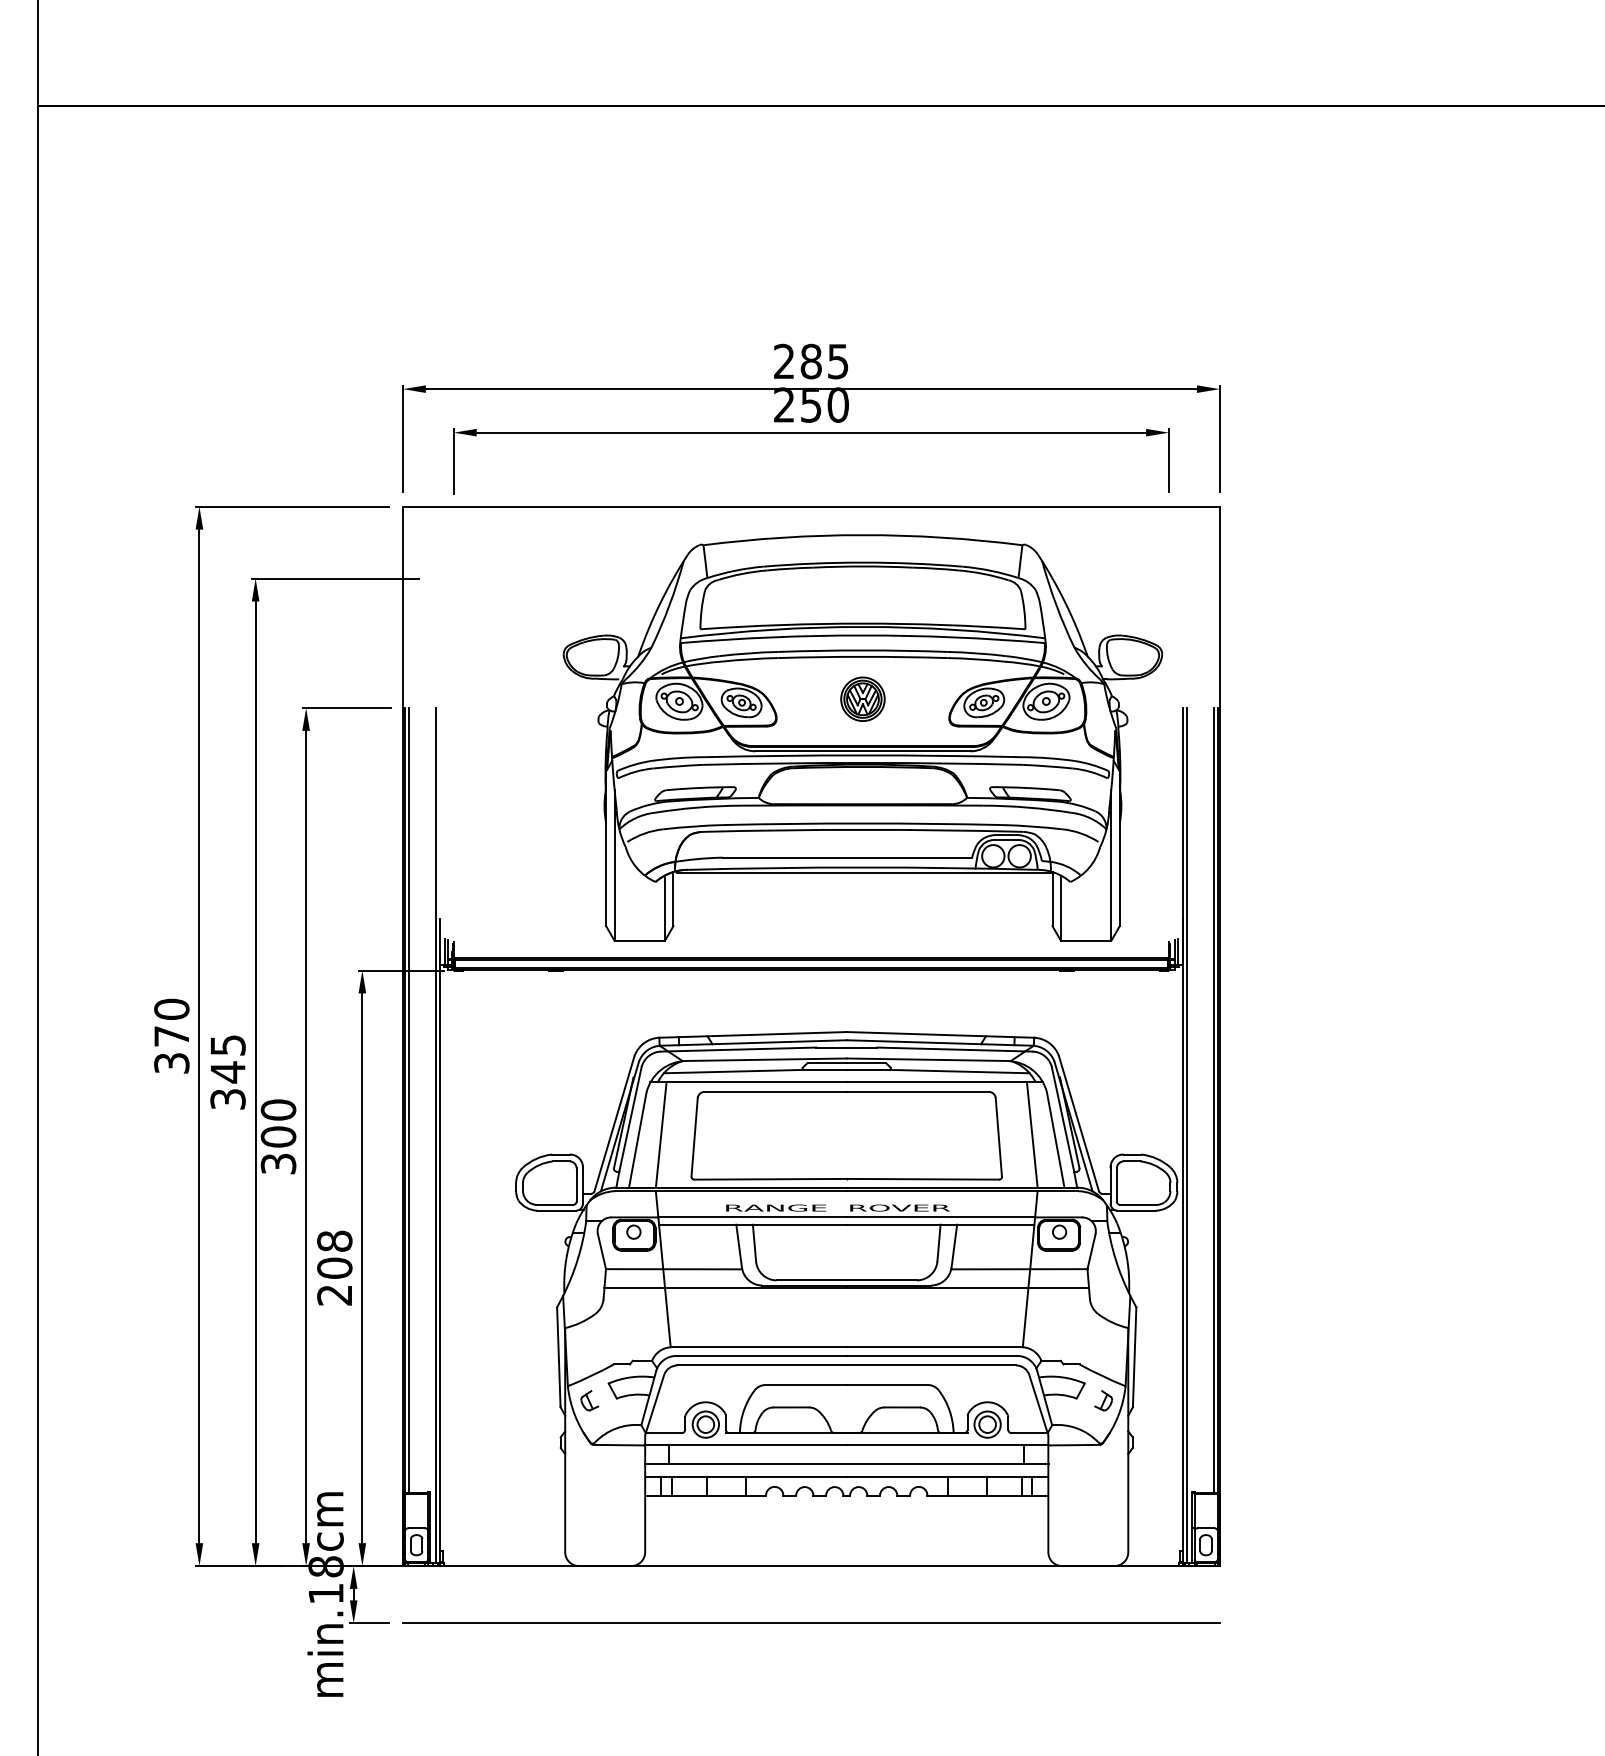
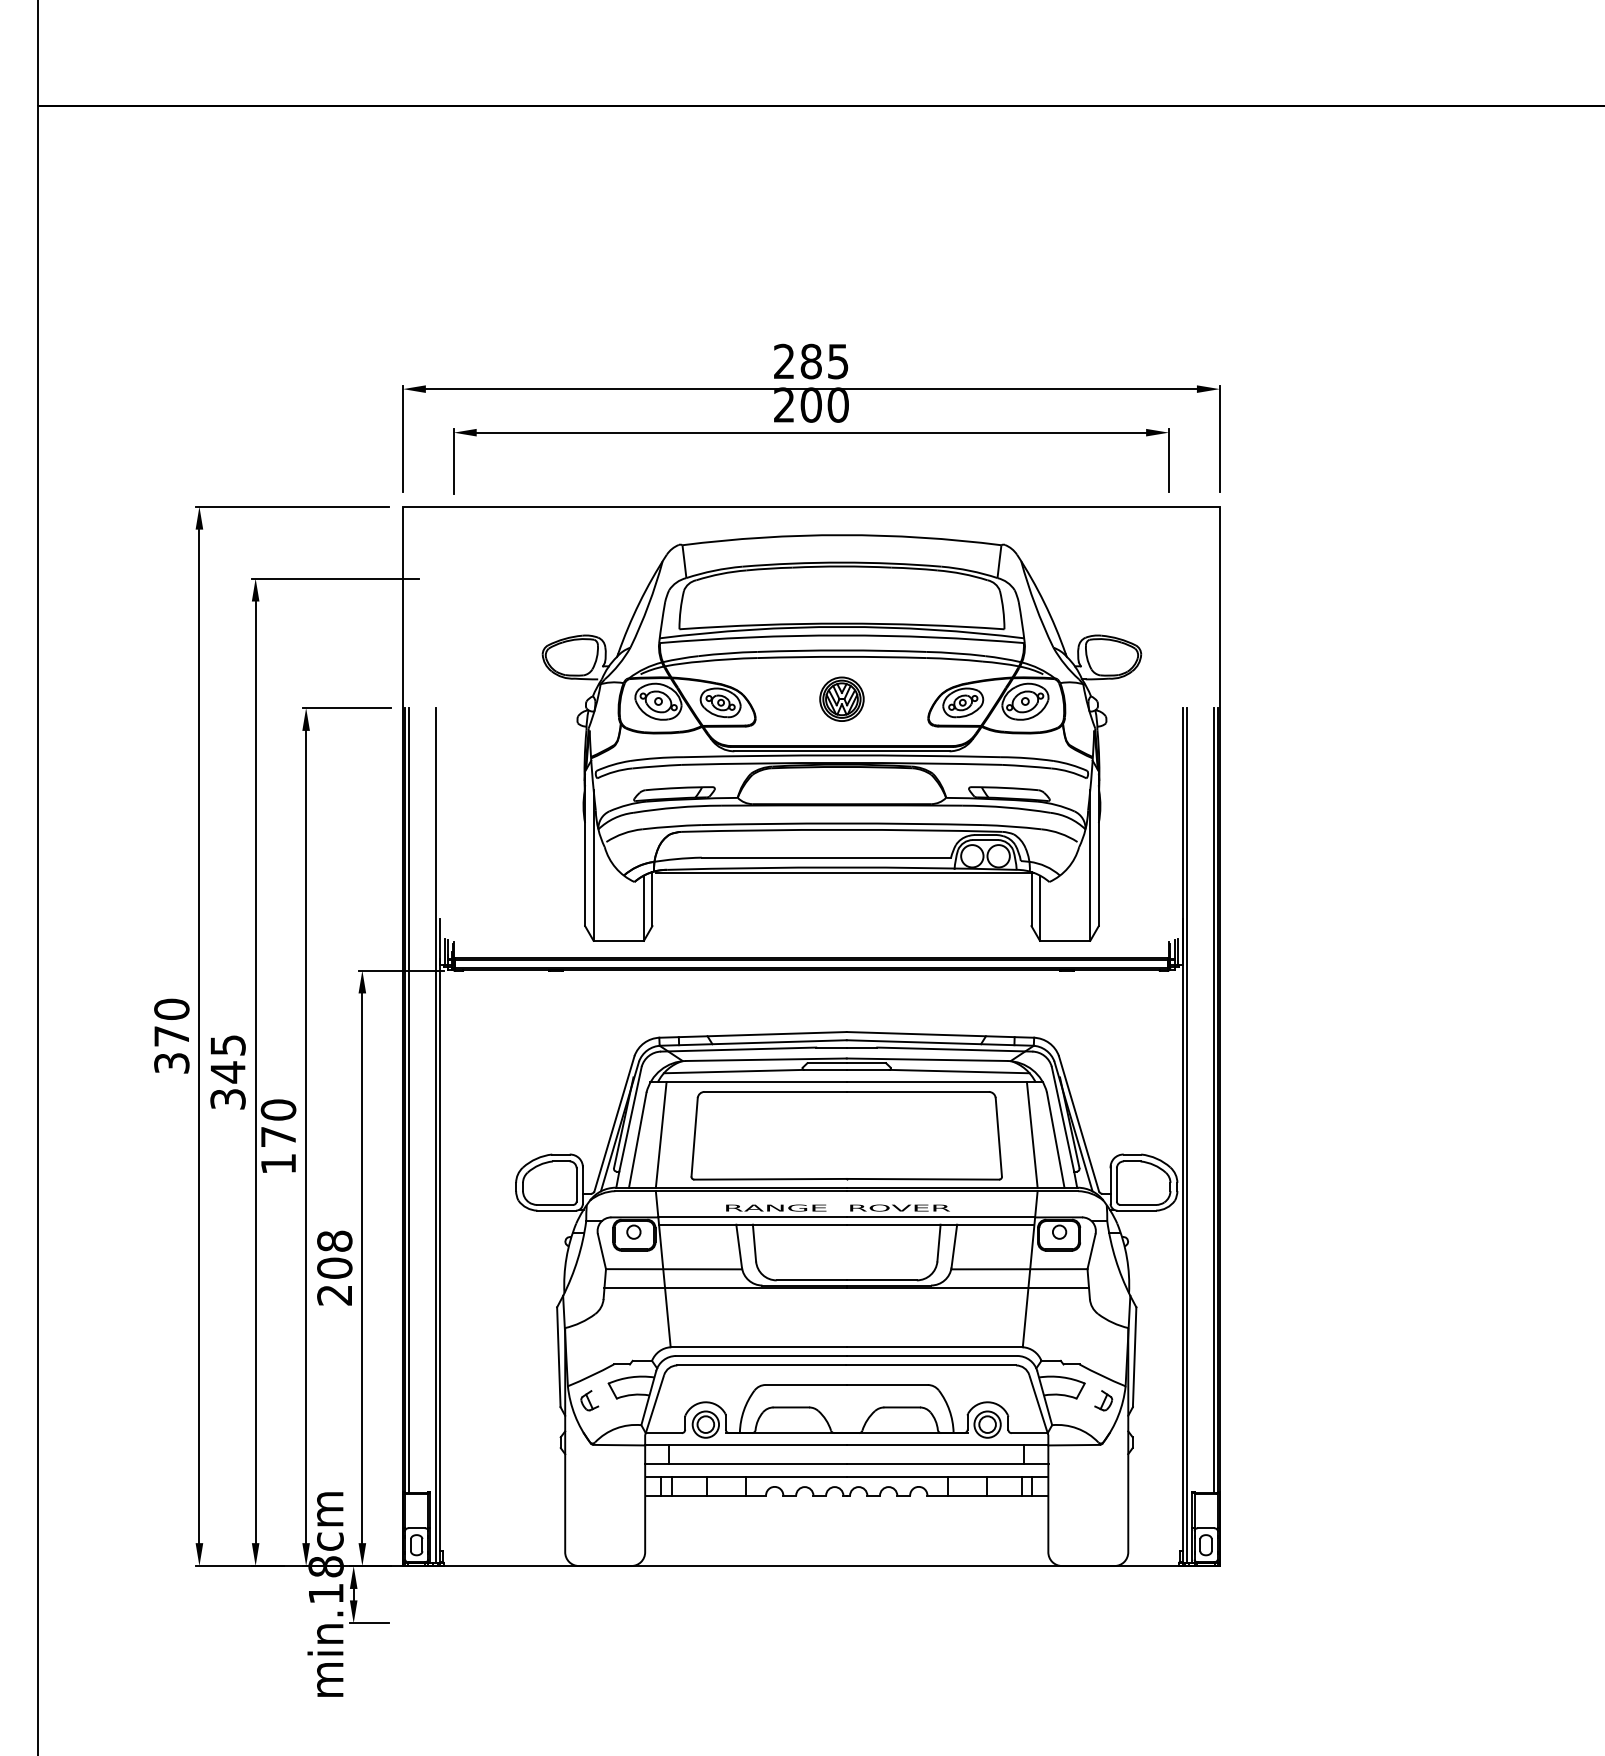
text at (810, 404): 250 -> 200
part at (862, 737) position: (862, 737) -> (841, 737)
text at (278, 1150): 300 -> 170
line at (810, 1623): present -> none
